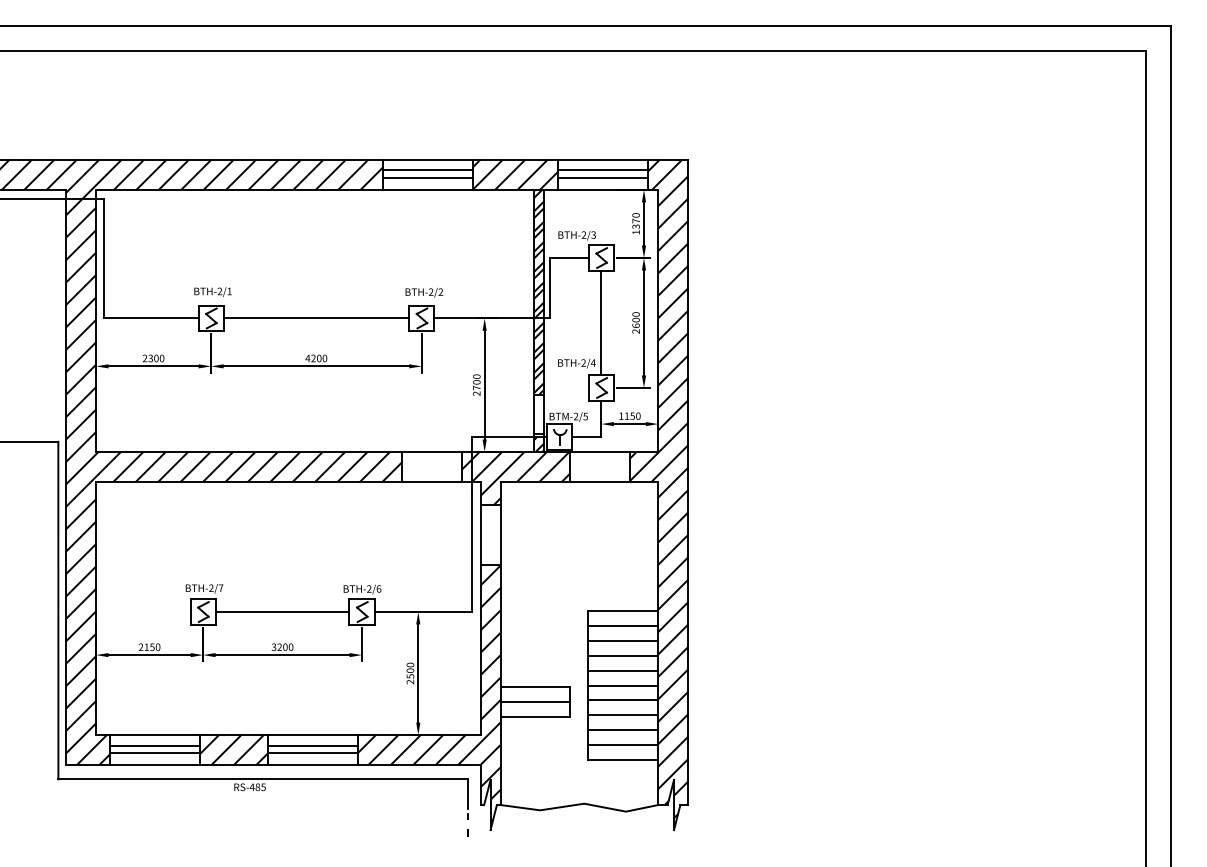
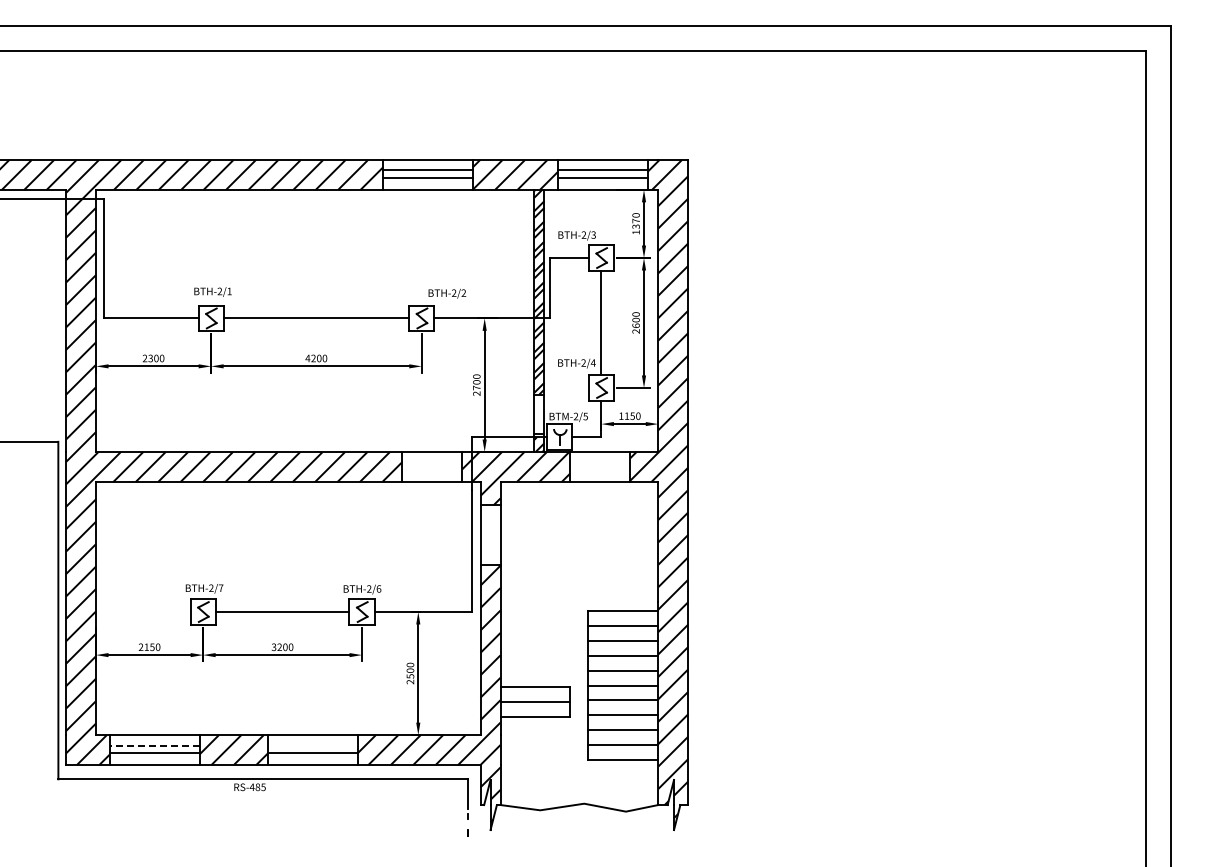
text at (424, 292) position: (424, 292) -> (447, 293)
line at (154, 745): solid -> dashed
line at (312, 745): present -> none
